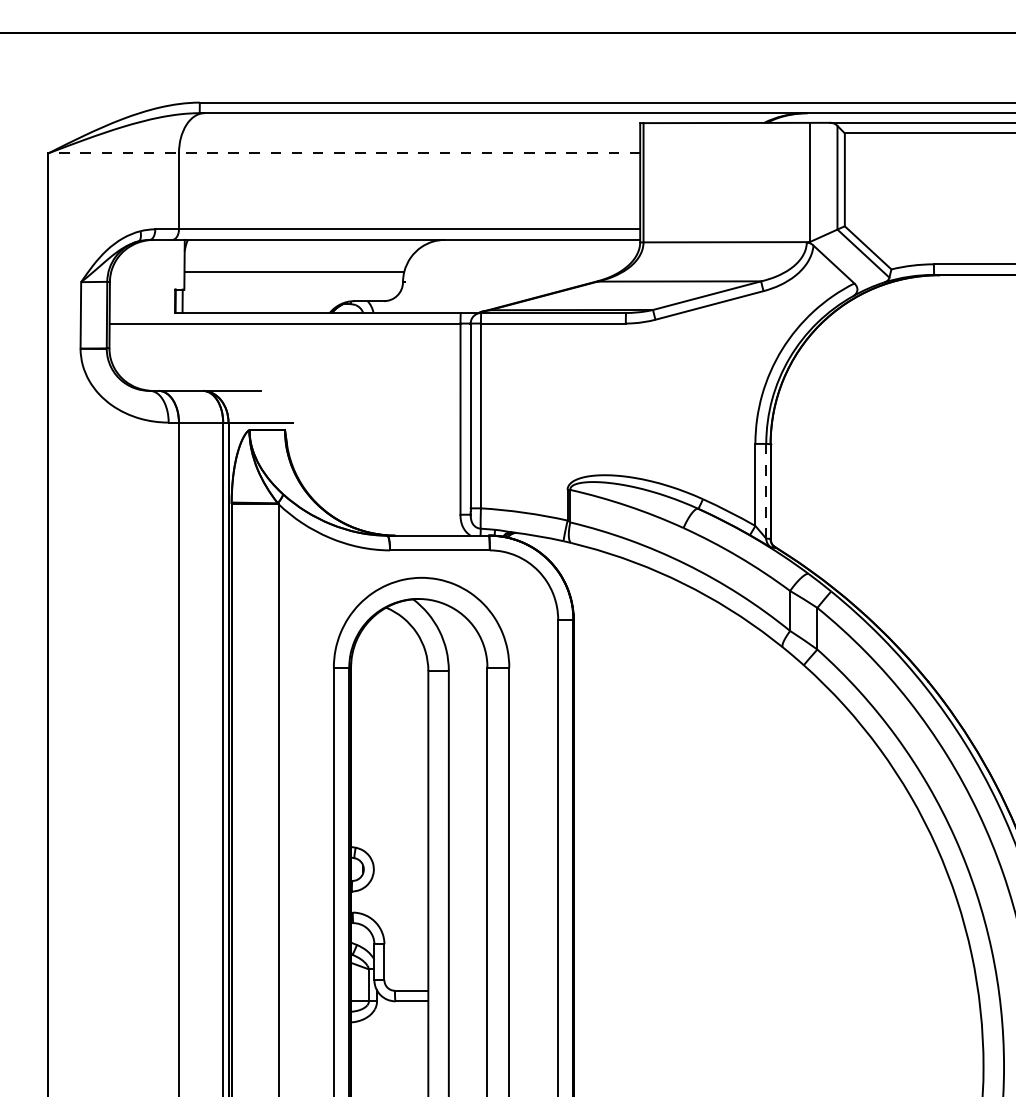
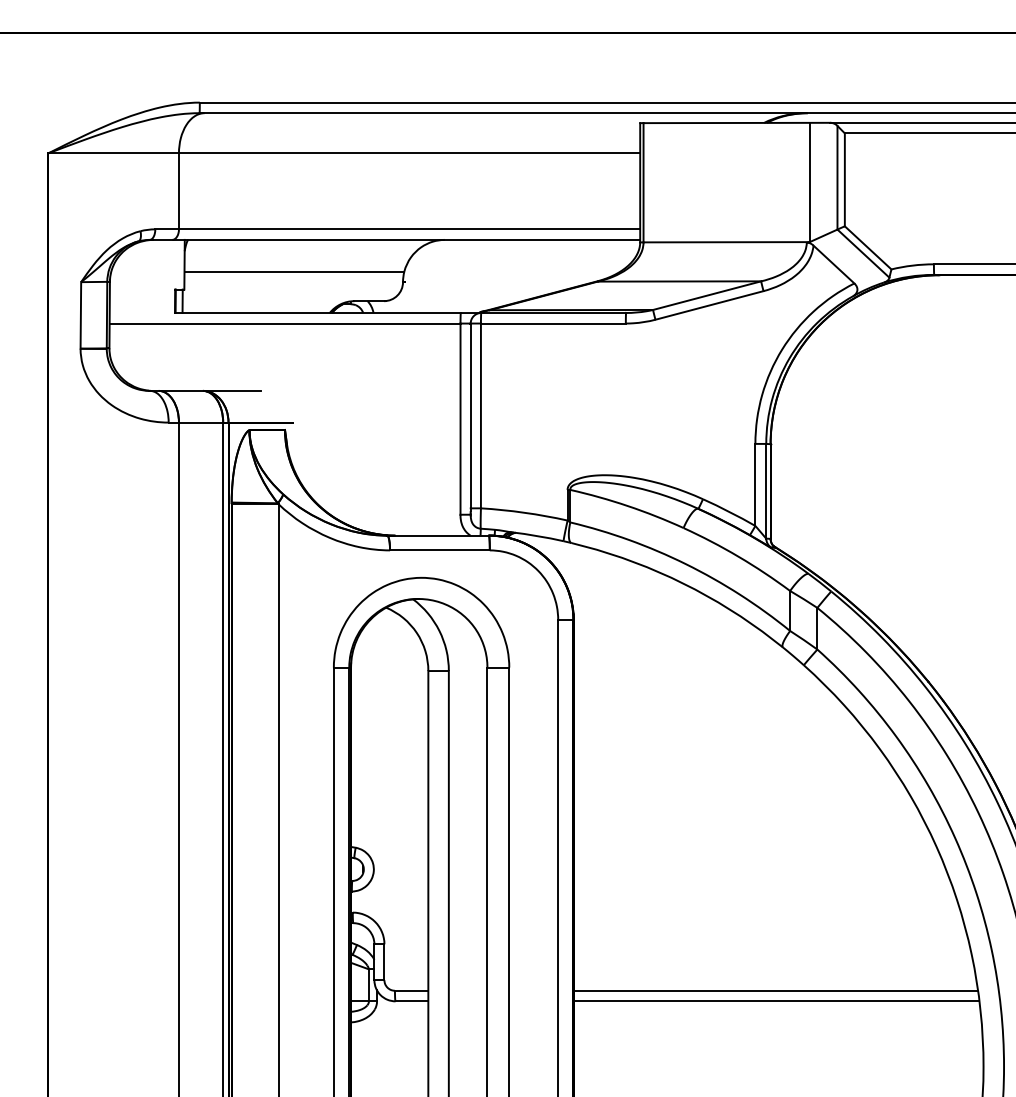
line at (344, 153): dashed -> solid
line at (766, 491): dashed -> solid
line at (775, 990): none -> present
line at (776, 1001): none -> present
